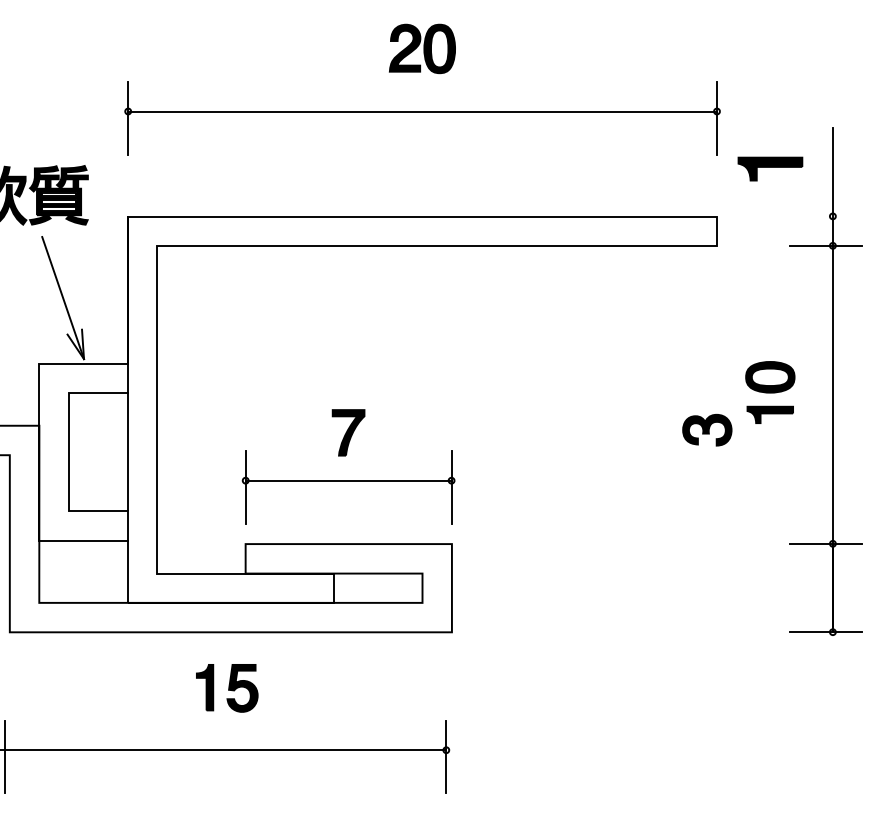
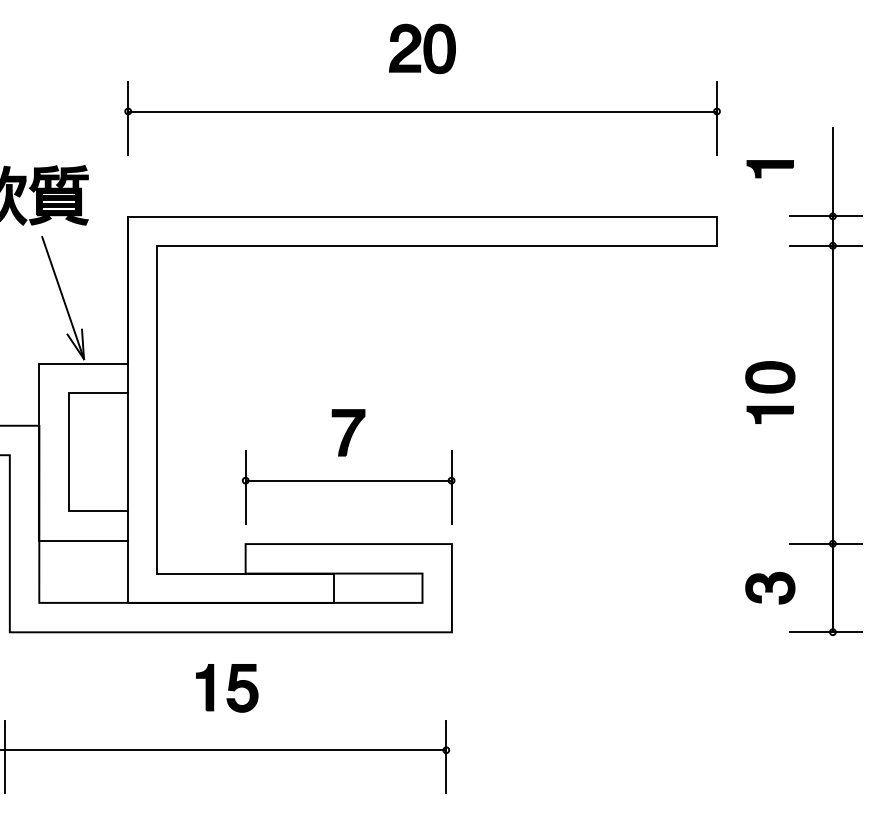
part at (770, 168) size: 67x26 px -> 48x19 px
line at (825, 216): none -> present
part at (707, 430) position: (707, 430) -> (770, 588)
